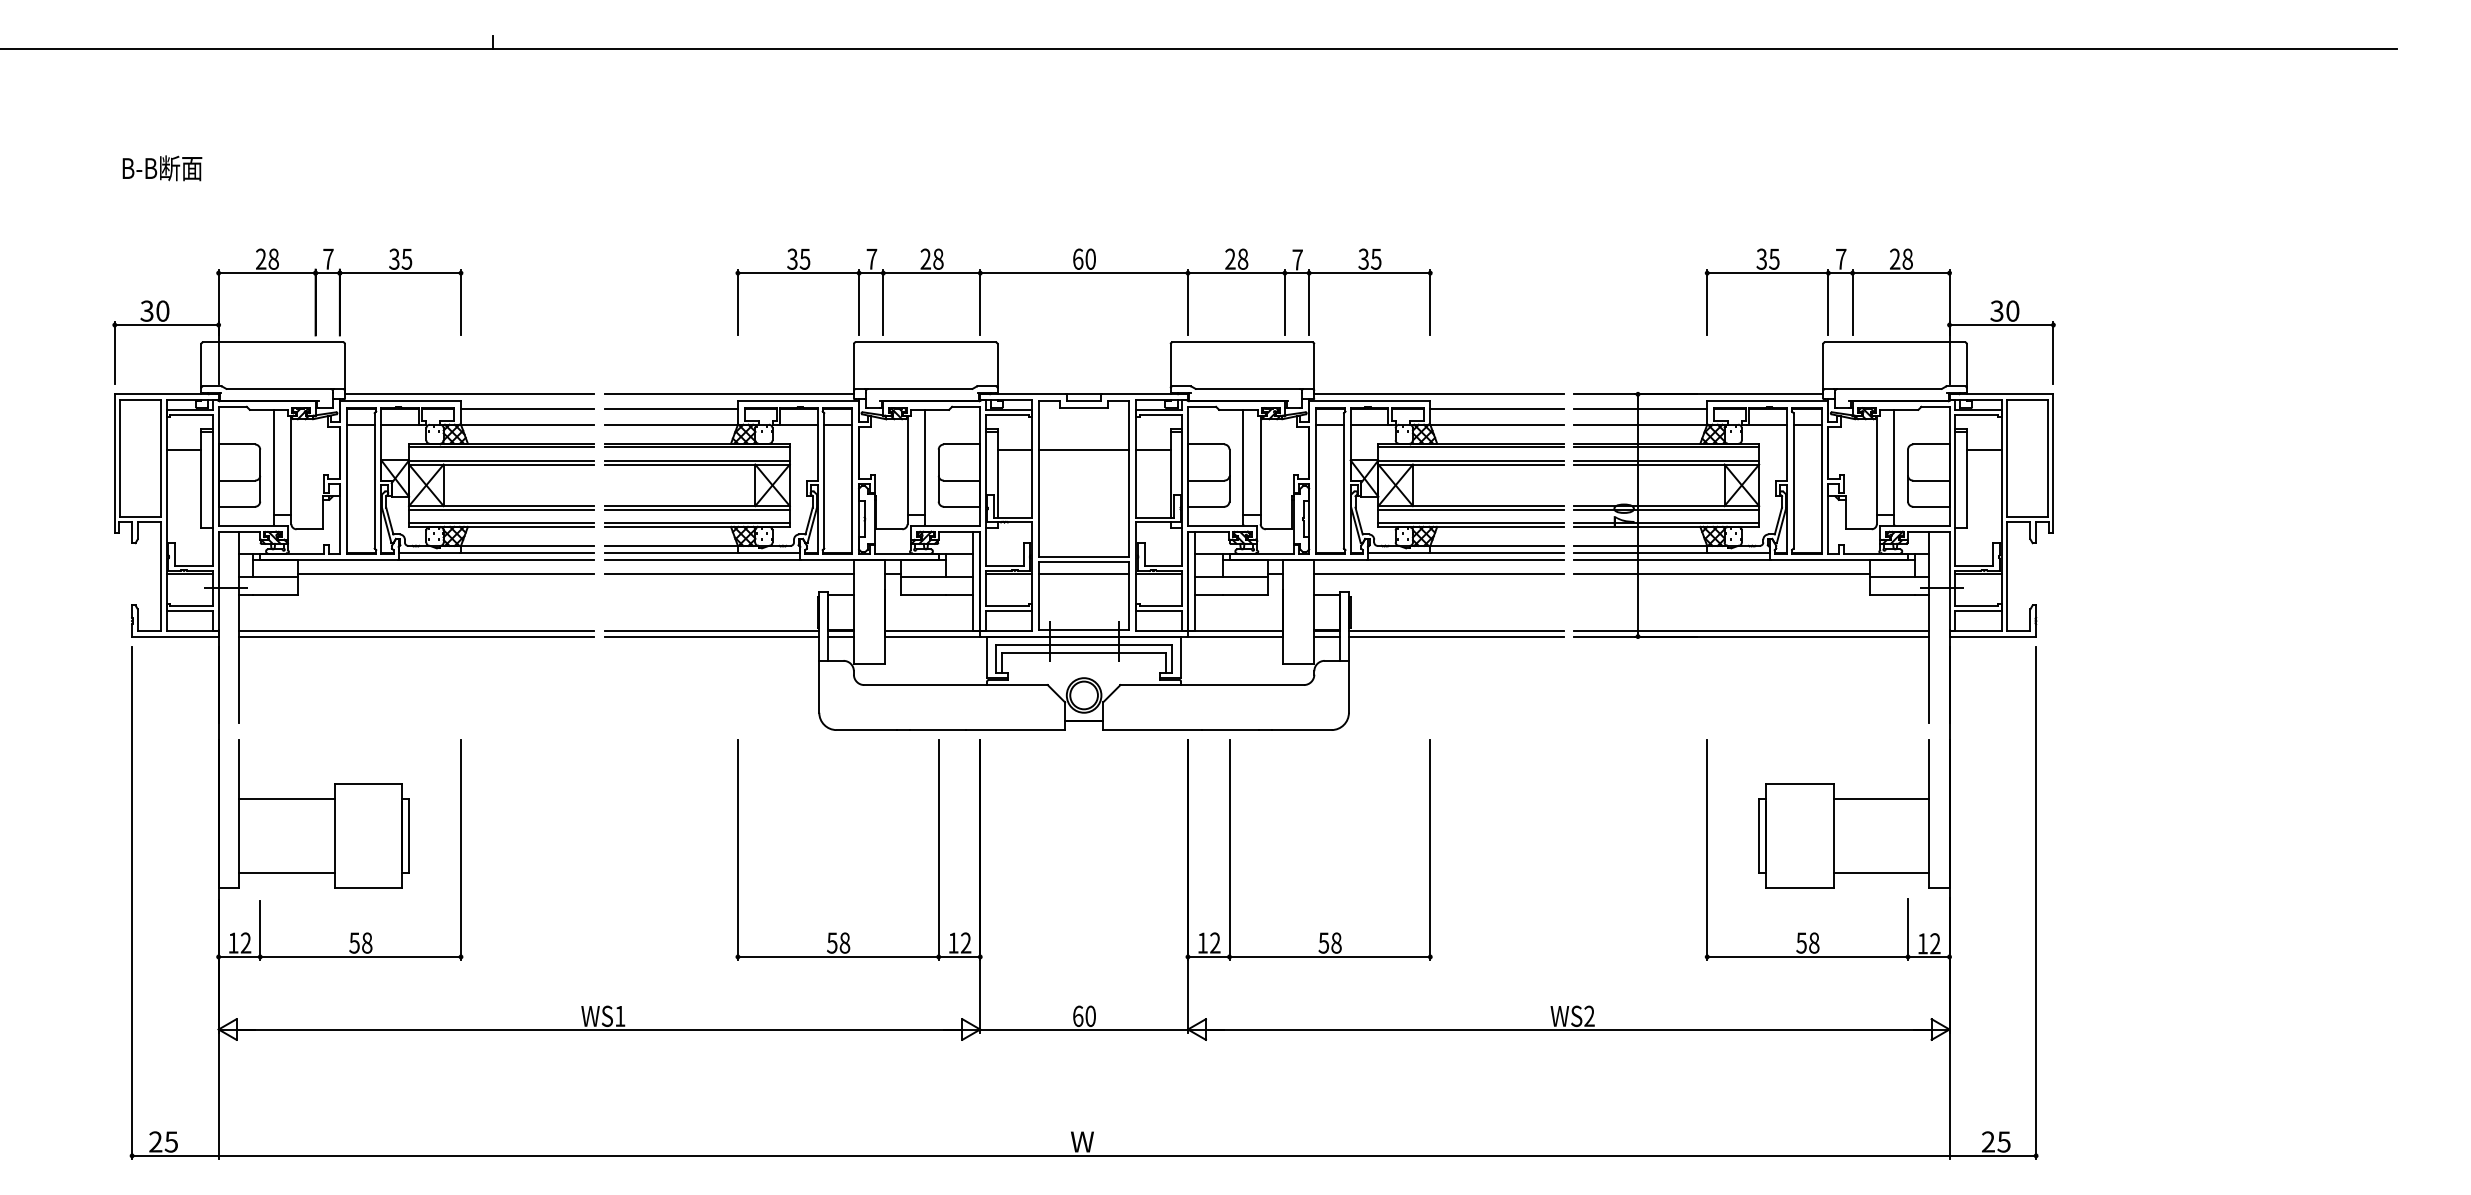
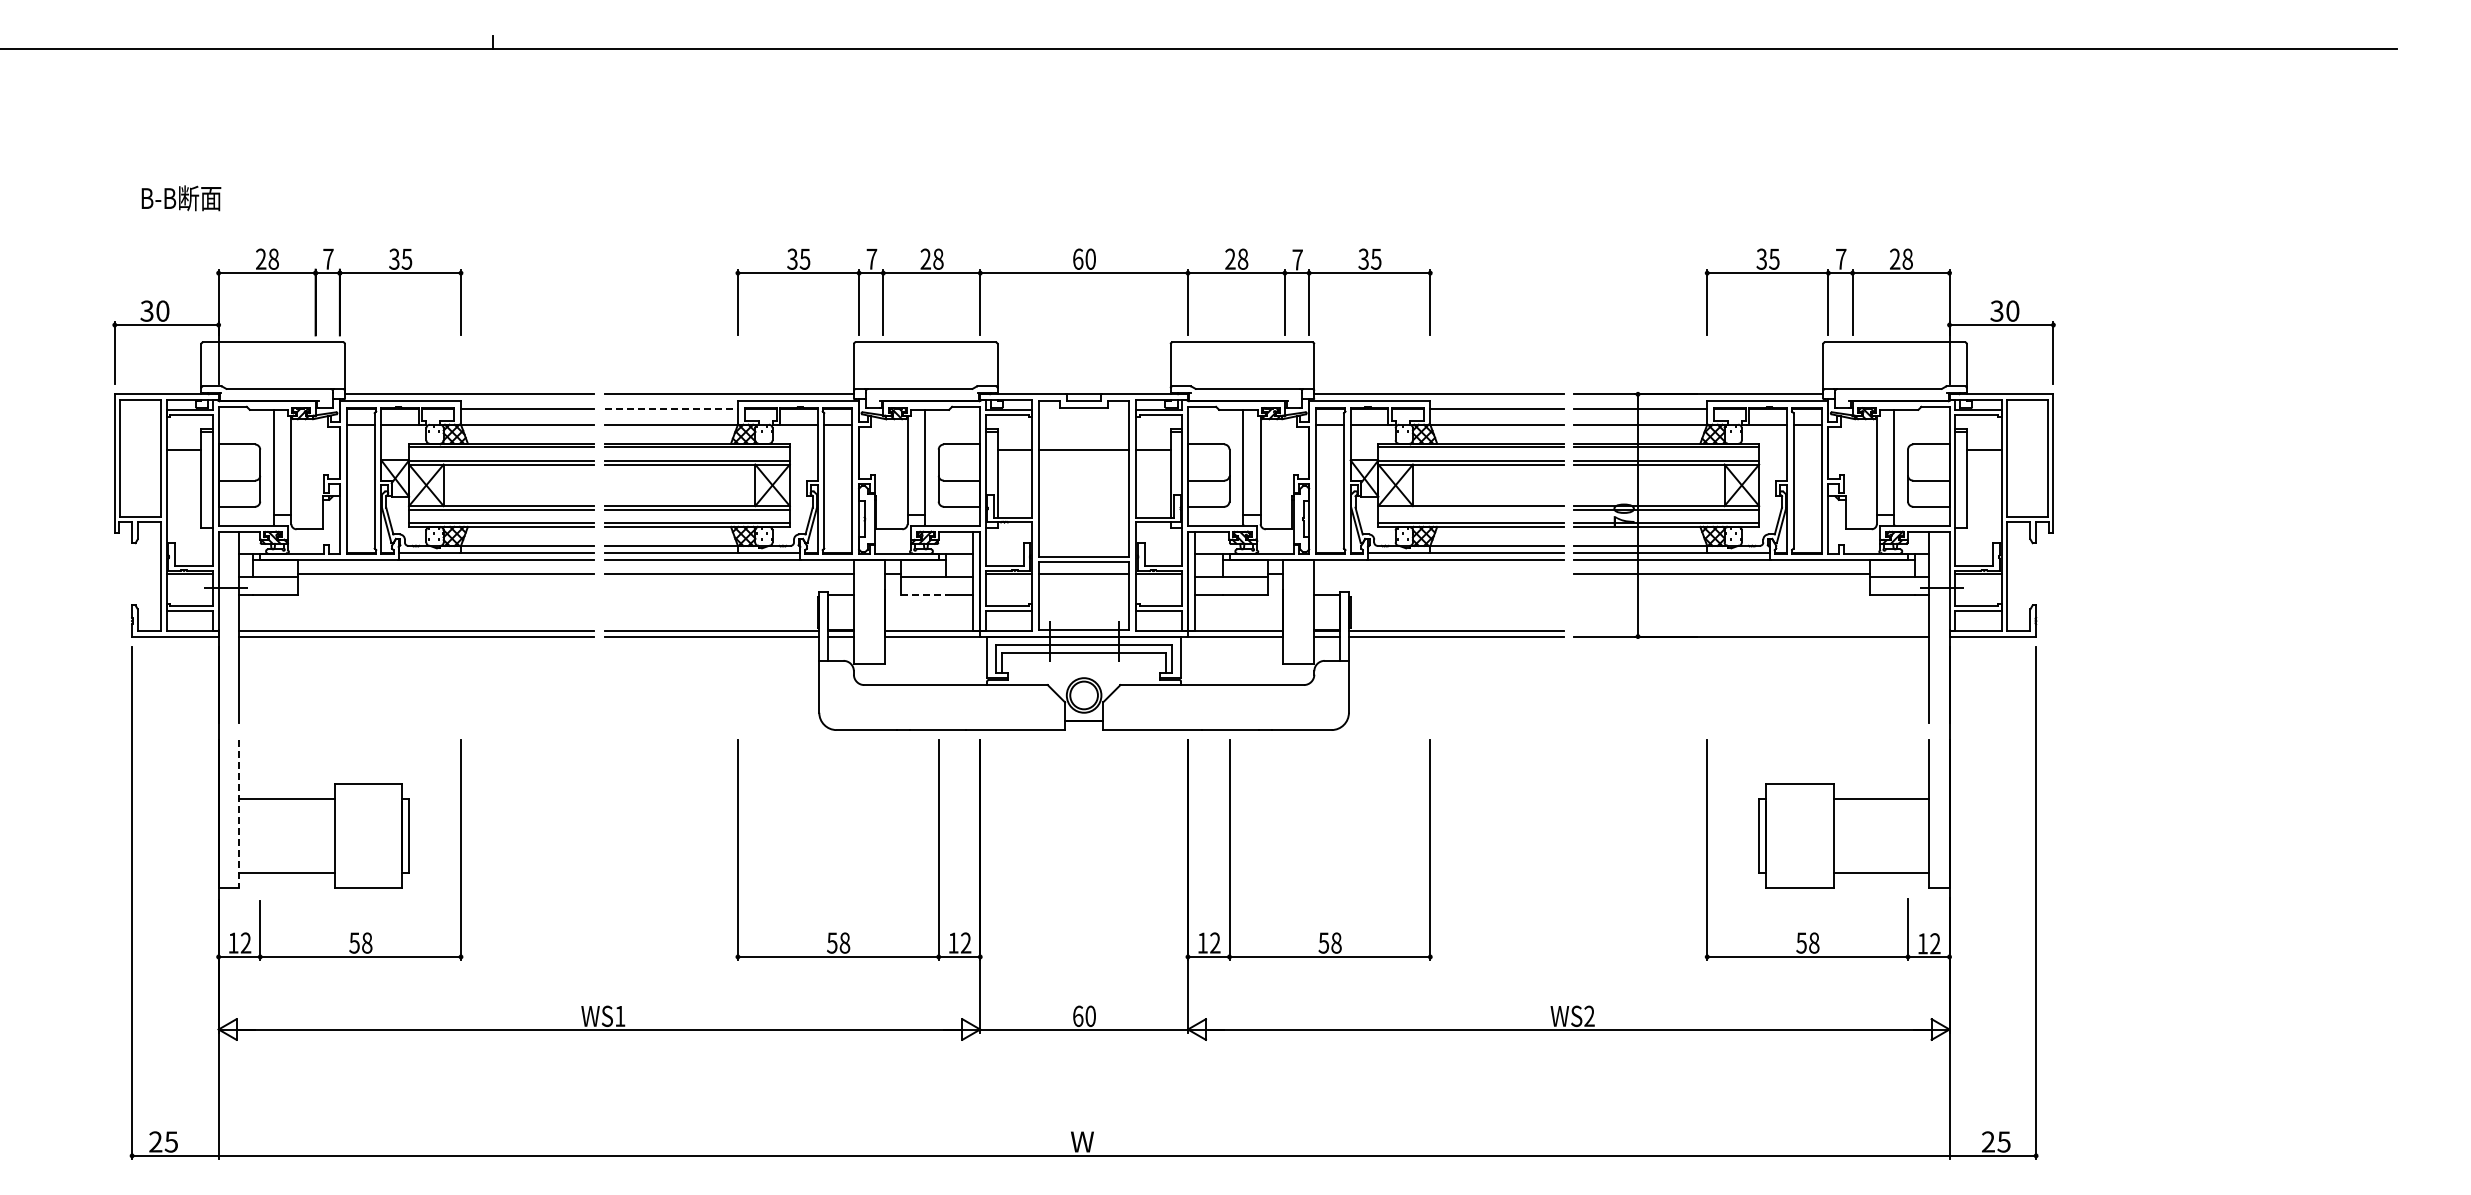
text at (162, 168) position: (162, 168) -> (181, 198)
line at (671, 408): solid -> dashed
line at (1470, 509): present -> none
line at (1438, 574): present -> none
line at (923, 594): solid -> dashed
line at (1750, 630): present -> none
line at (239, 814): solid -> dashed
